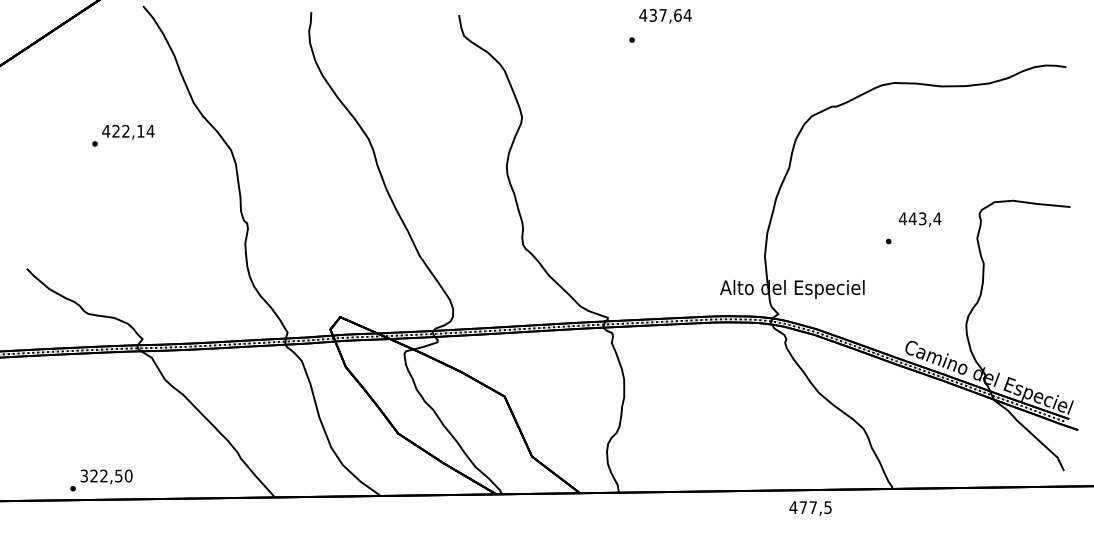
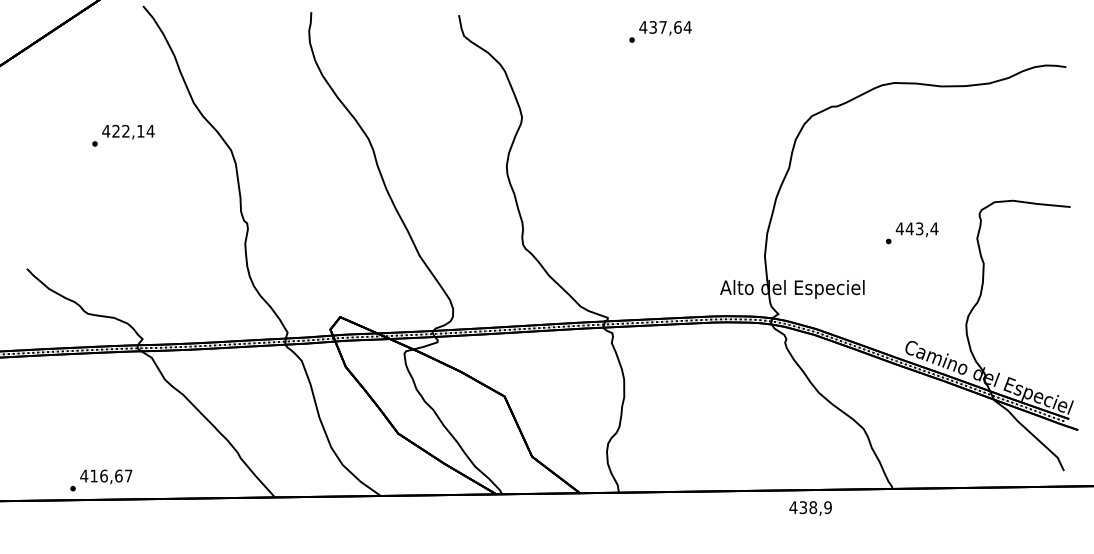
text at (665, 16) position: (665, 16) -> (665, 28)
text at (919, 219) position: (919, 219) -> (916, 229)
text at (106, 475): 322,50 -> 416,67
text at (815, 507): 477,5 -> 438,9
